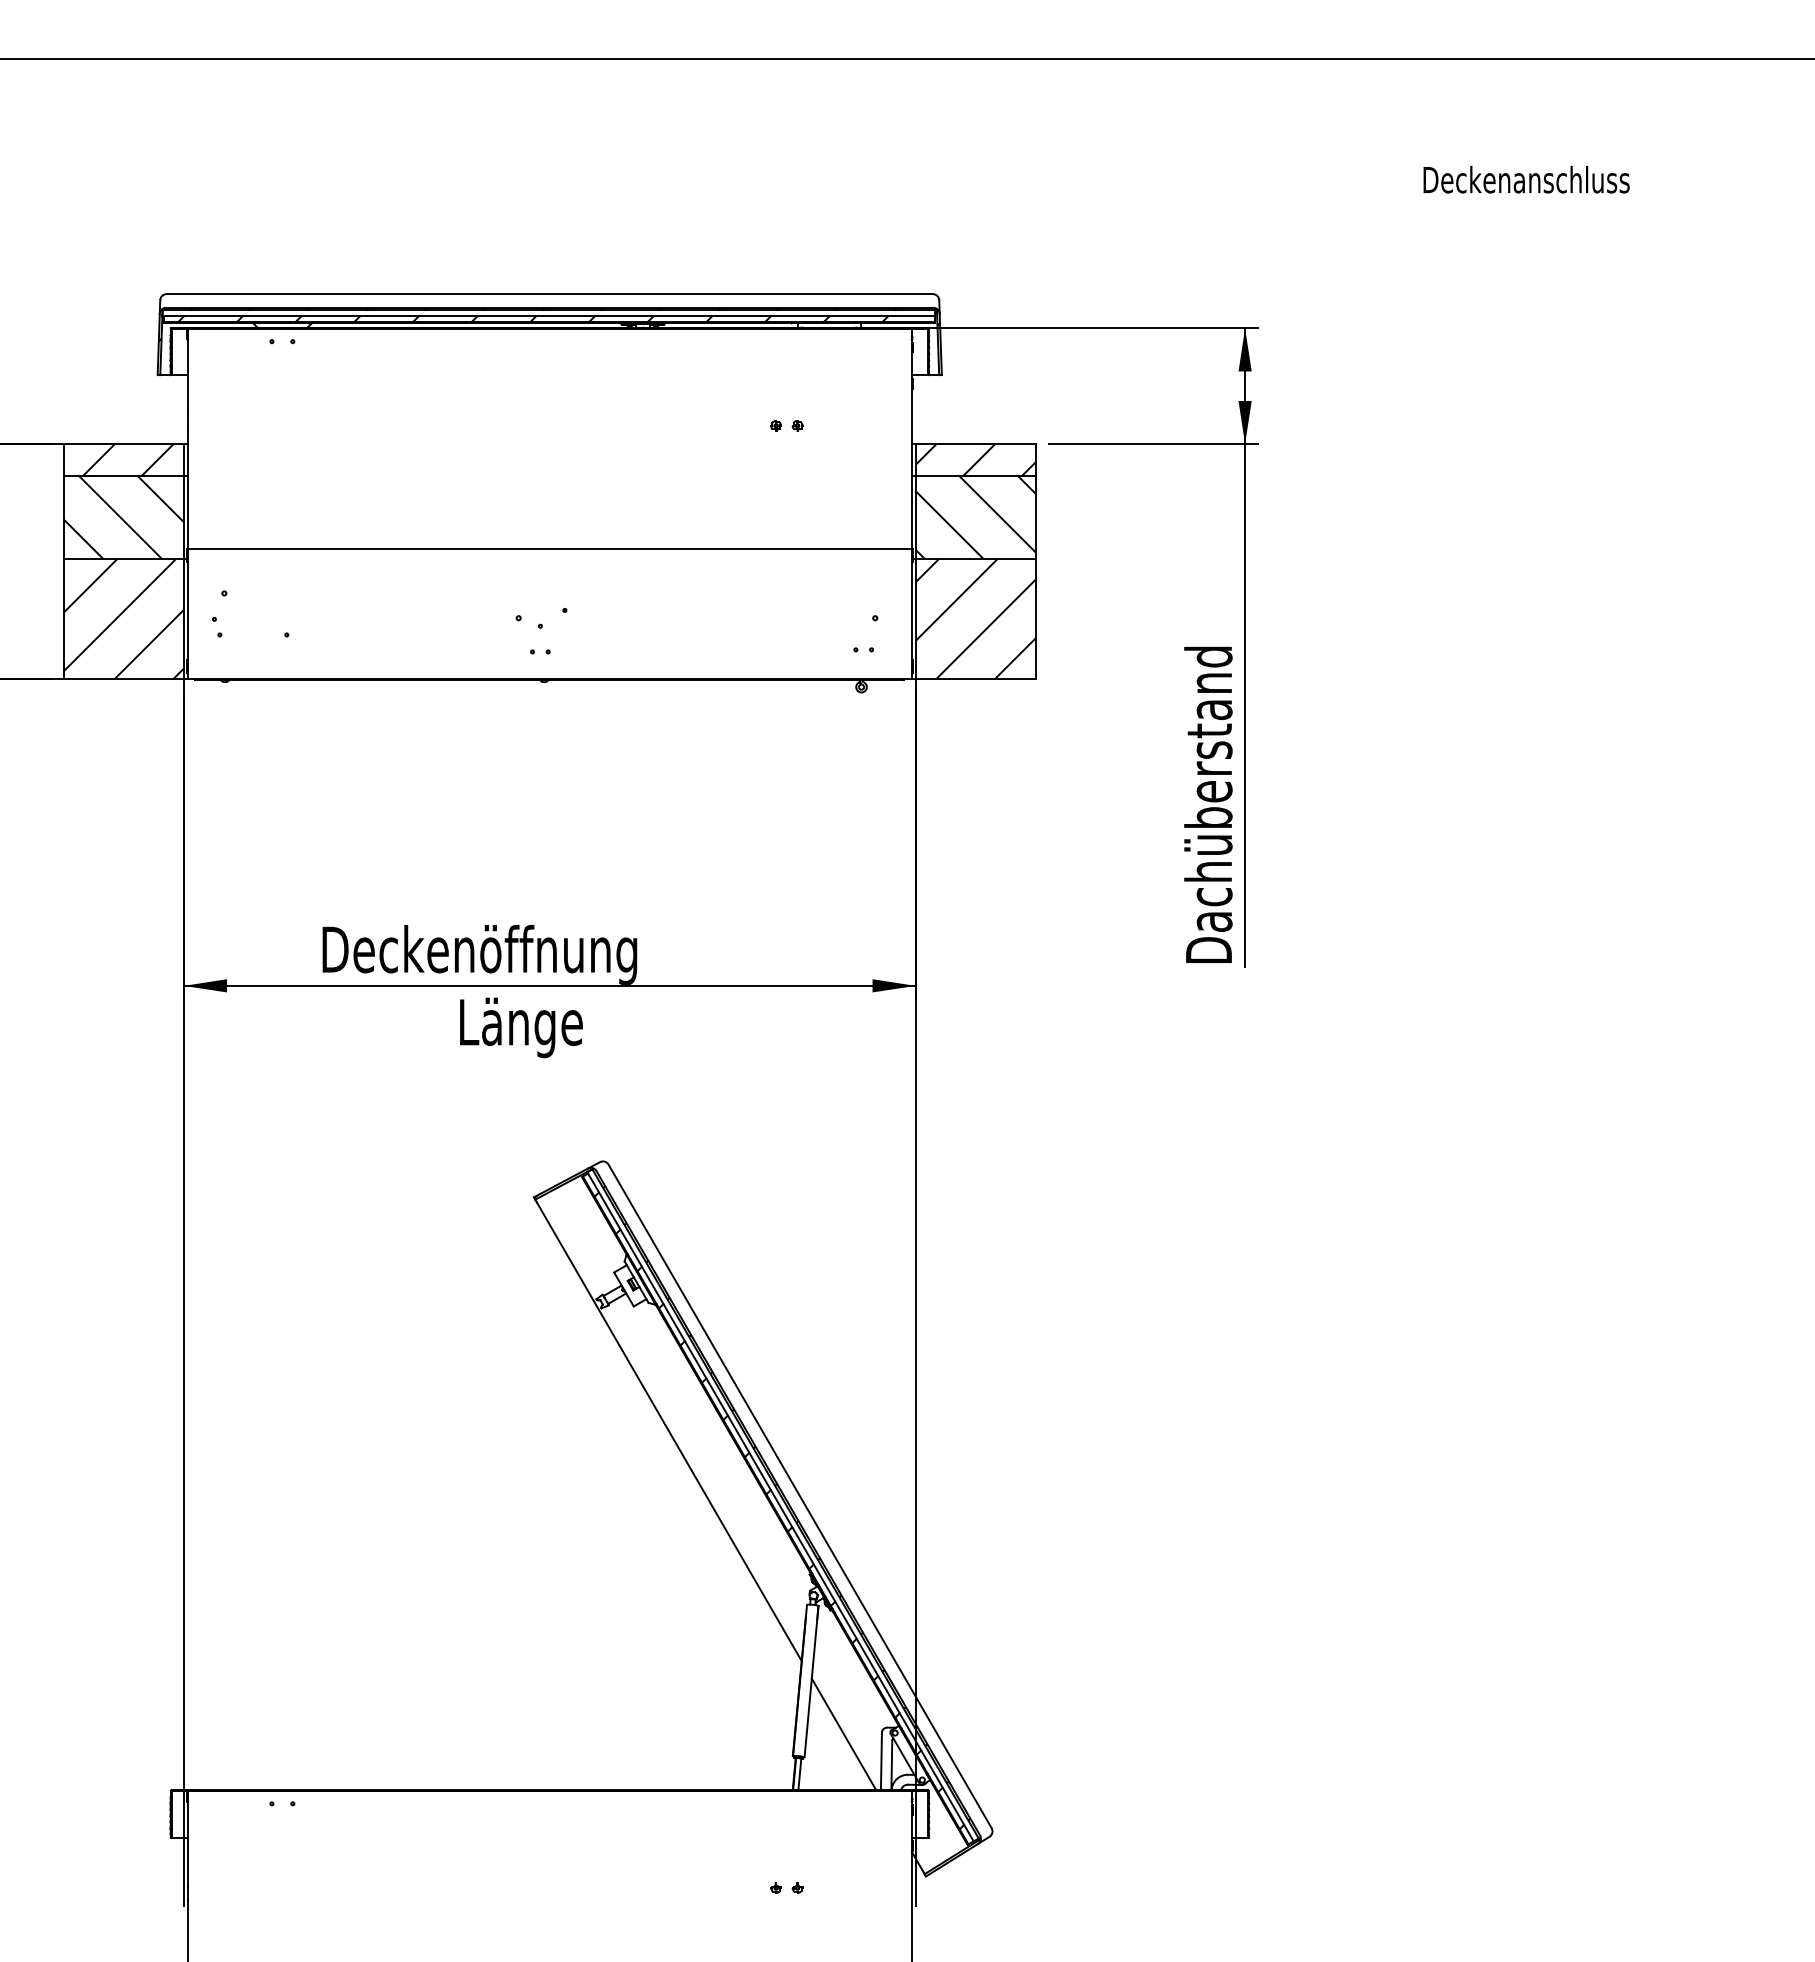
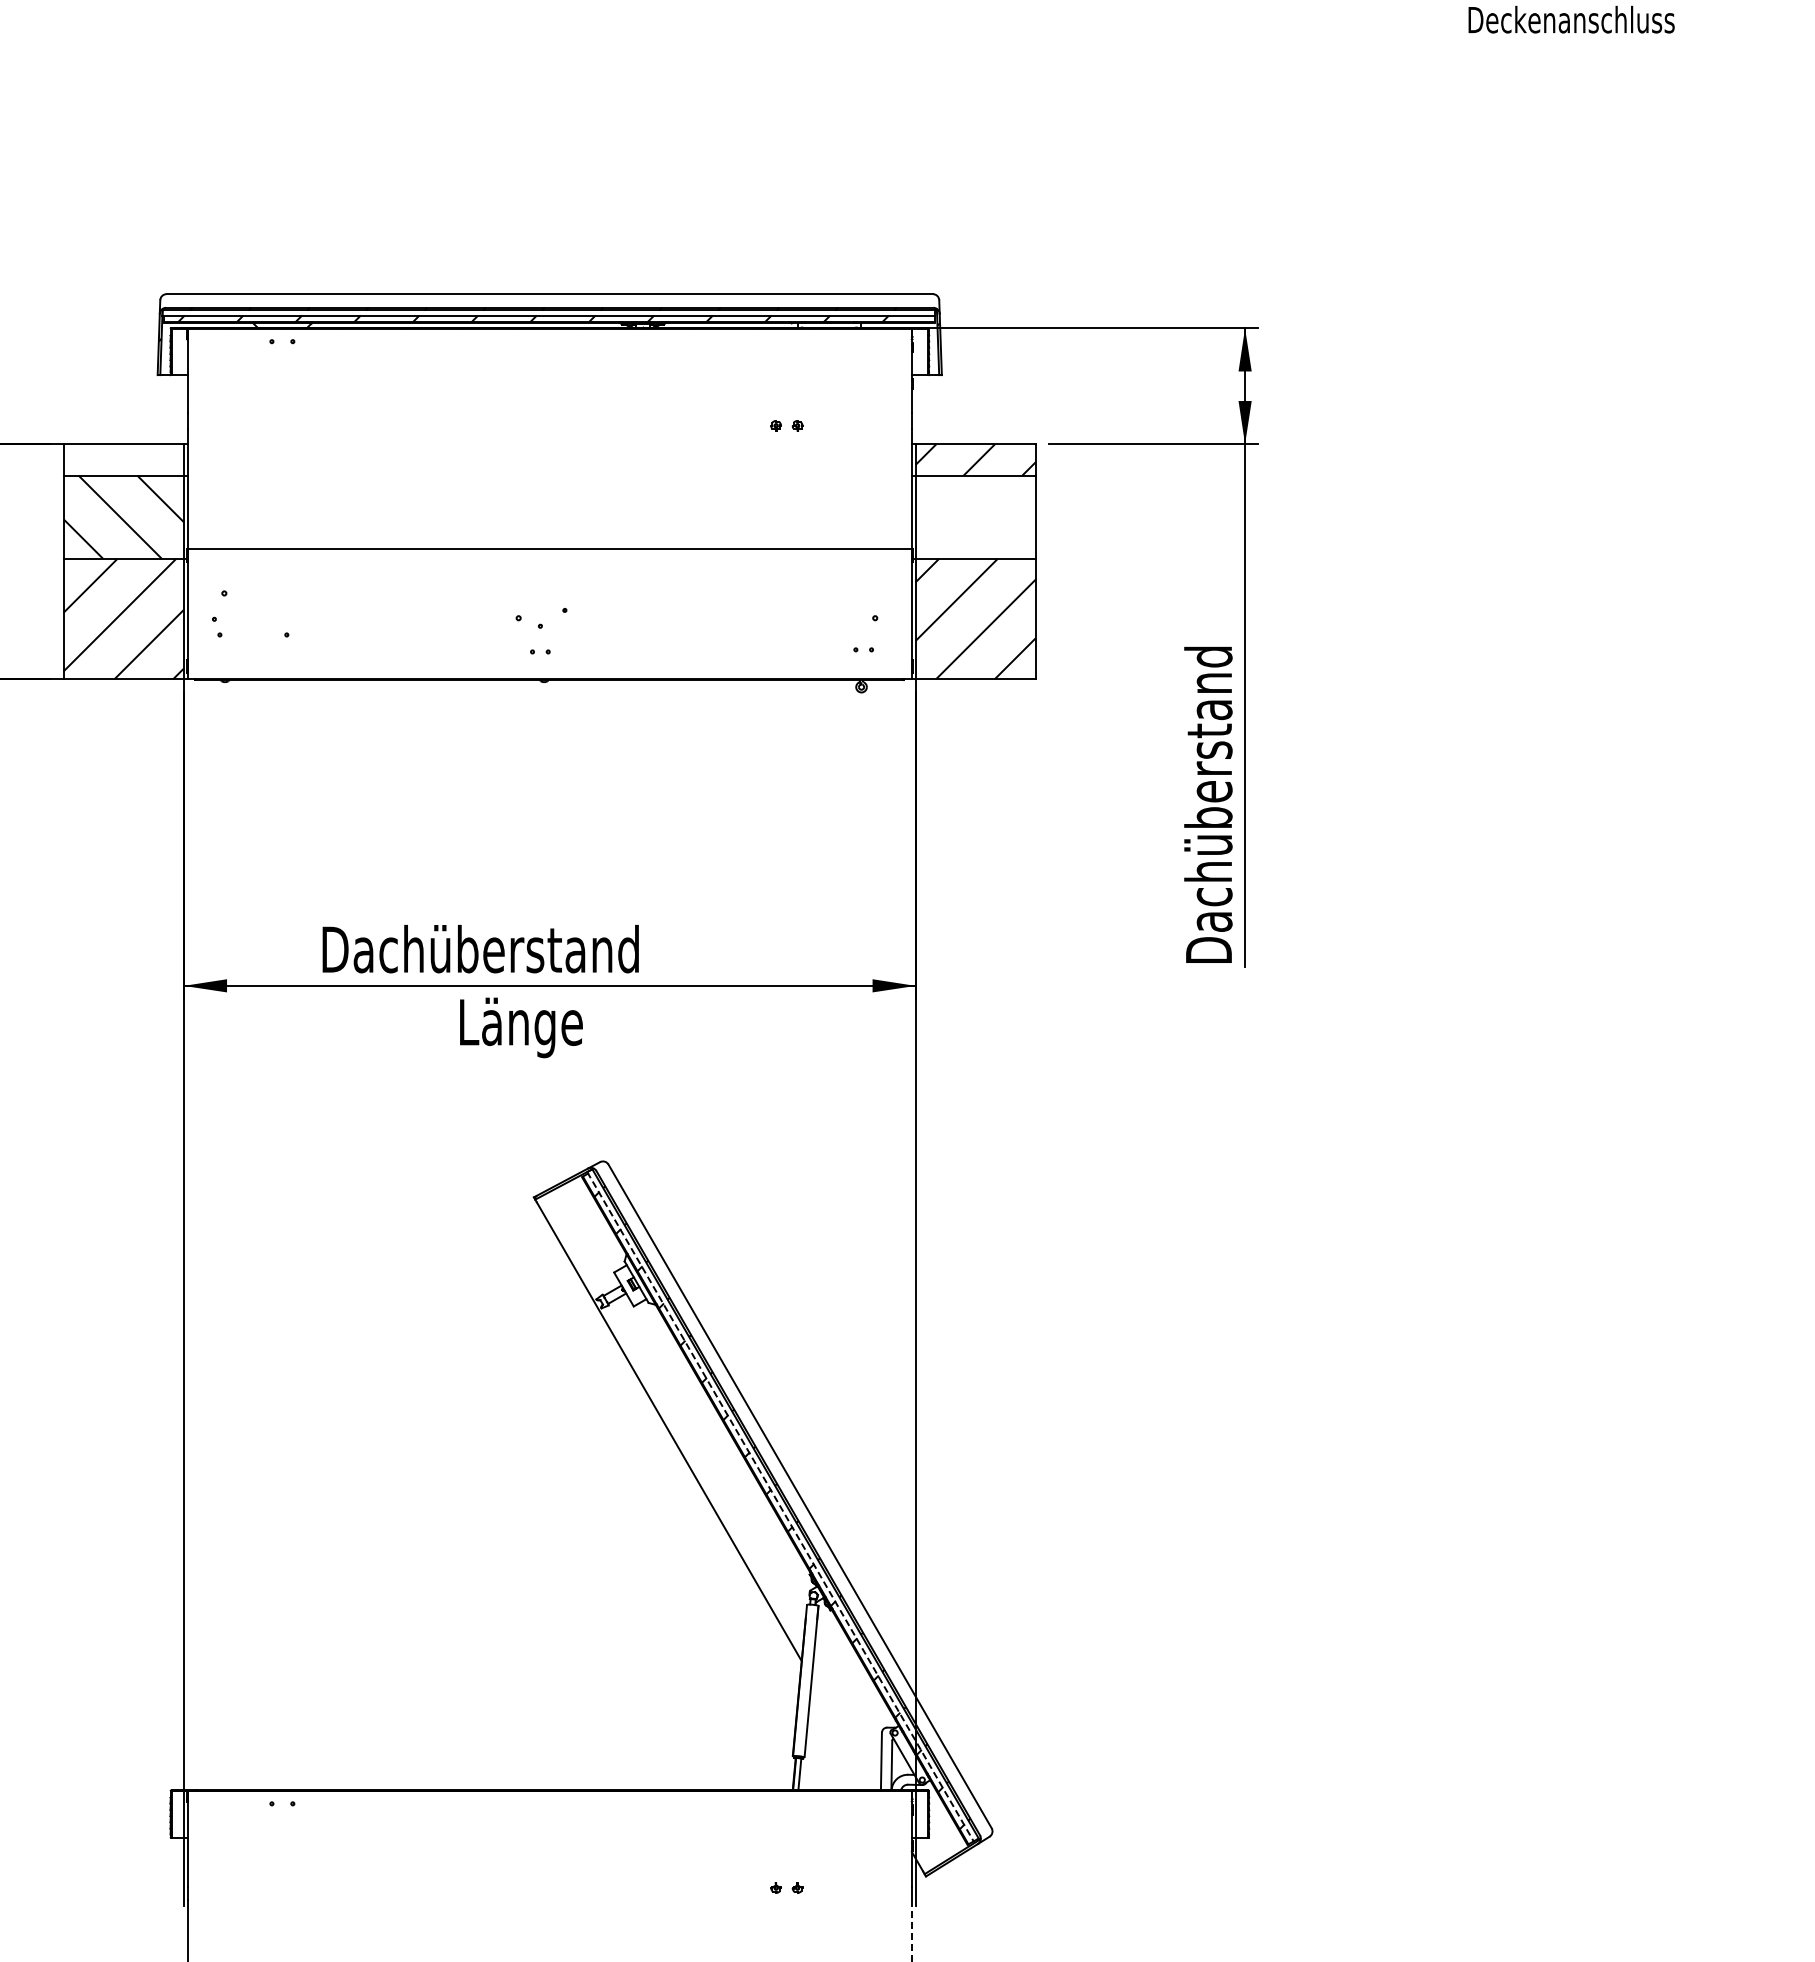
line at (906, 58): present -> none
text at (1526, 179) position: (1526, 179) -> (1571, 19)
hatch at (128, 459): present -> none
hatch at (975, 517): present -> none
text at (495, 954): Deckenöffnung -> Dachüberstand
line at (780, 1507): solid -> dashed
line at (843, 1734): present -> none
line at (911, 1930): solid -> dashed
